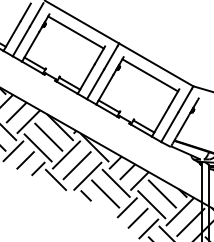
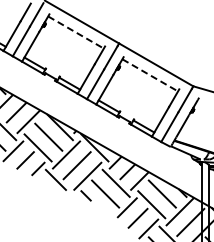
line at (76, 32): solid -> dashed
line at (150, 75): solid -> dashed
